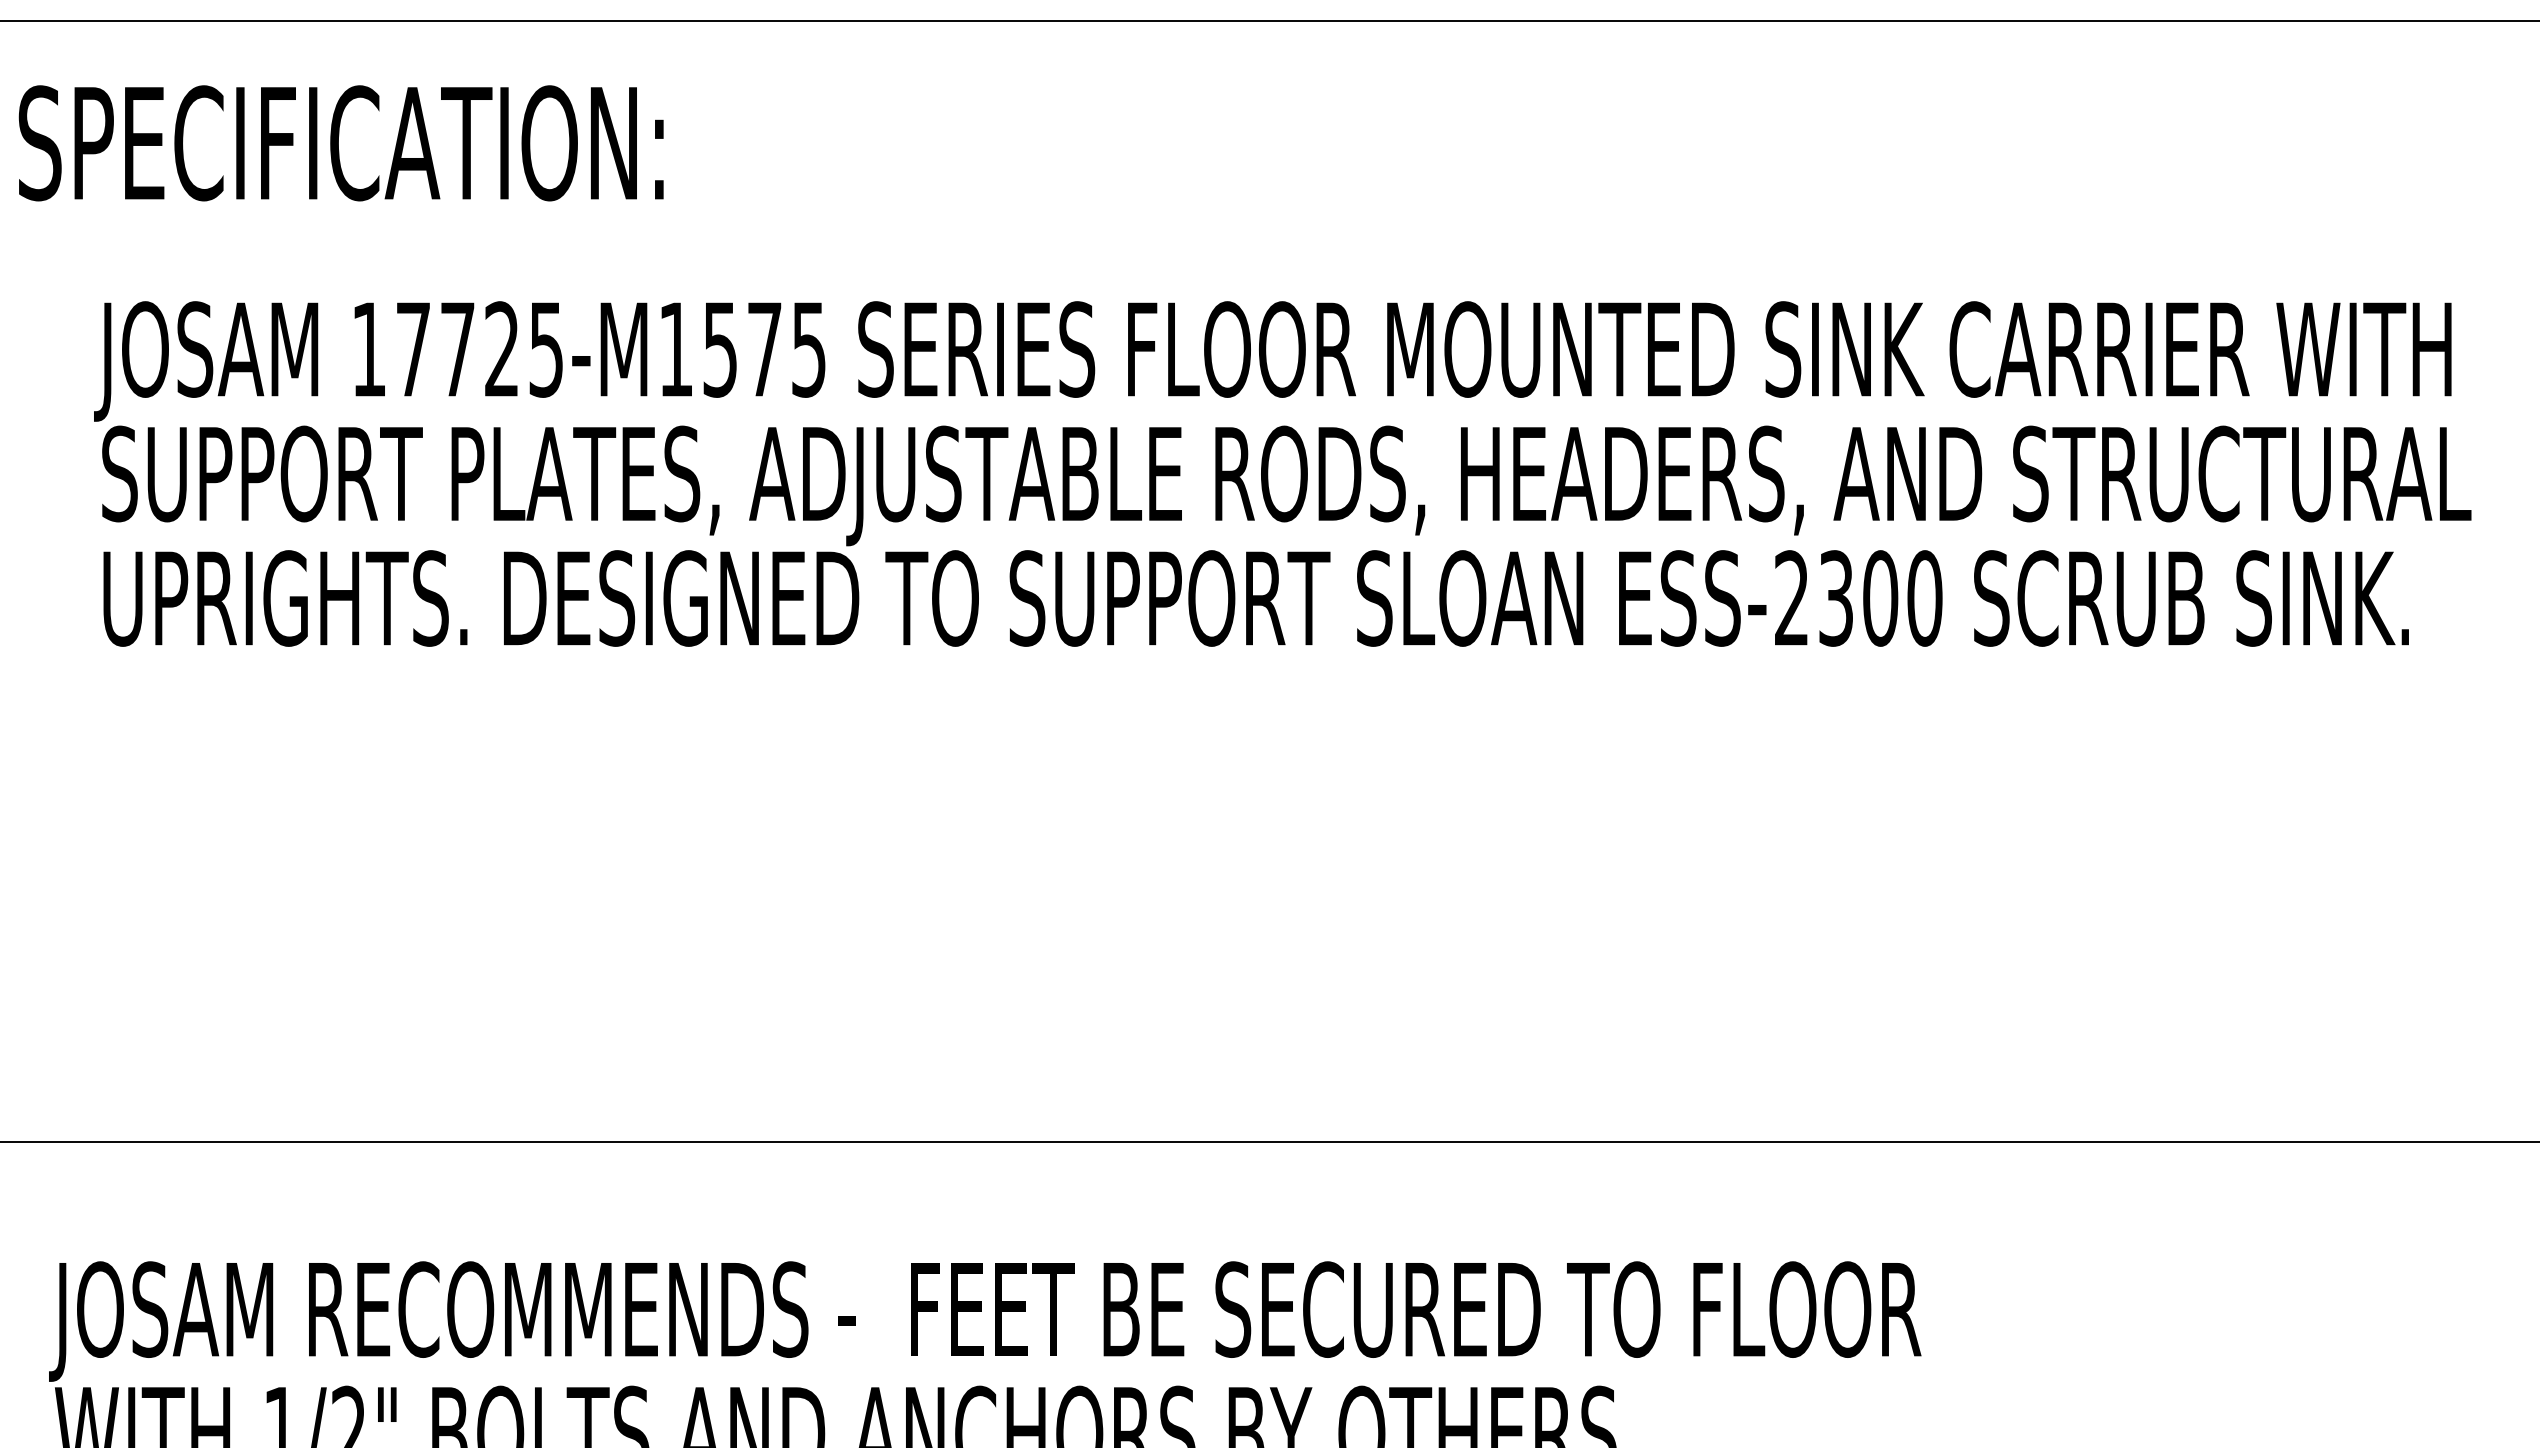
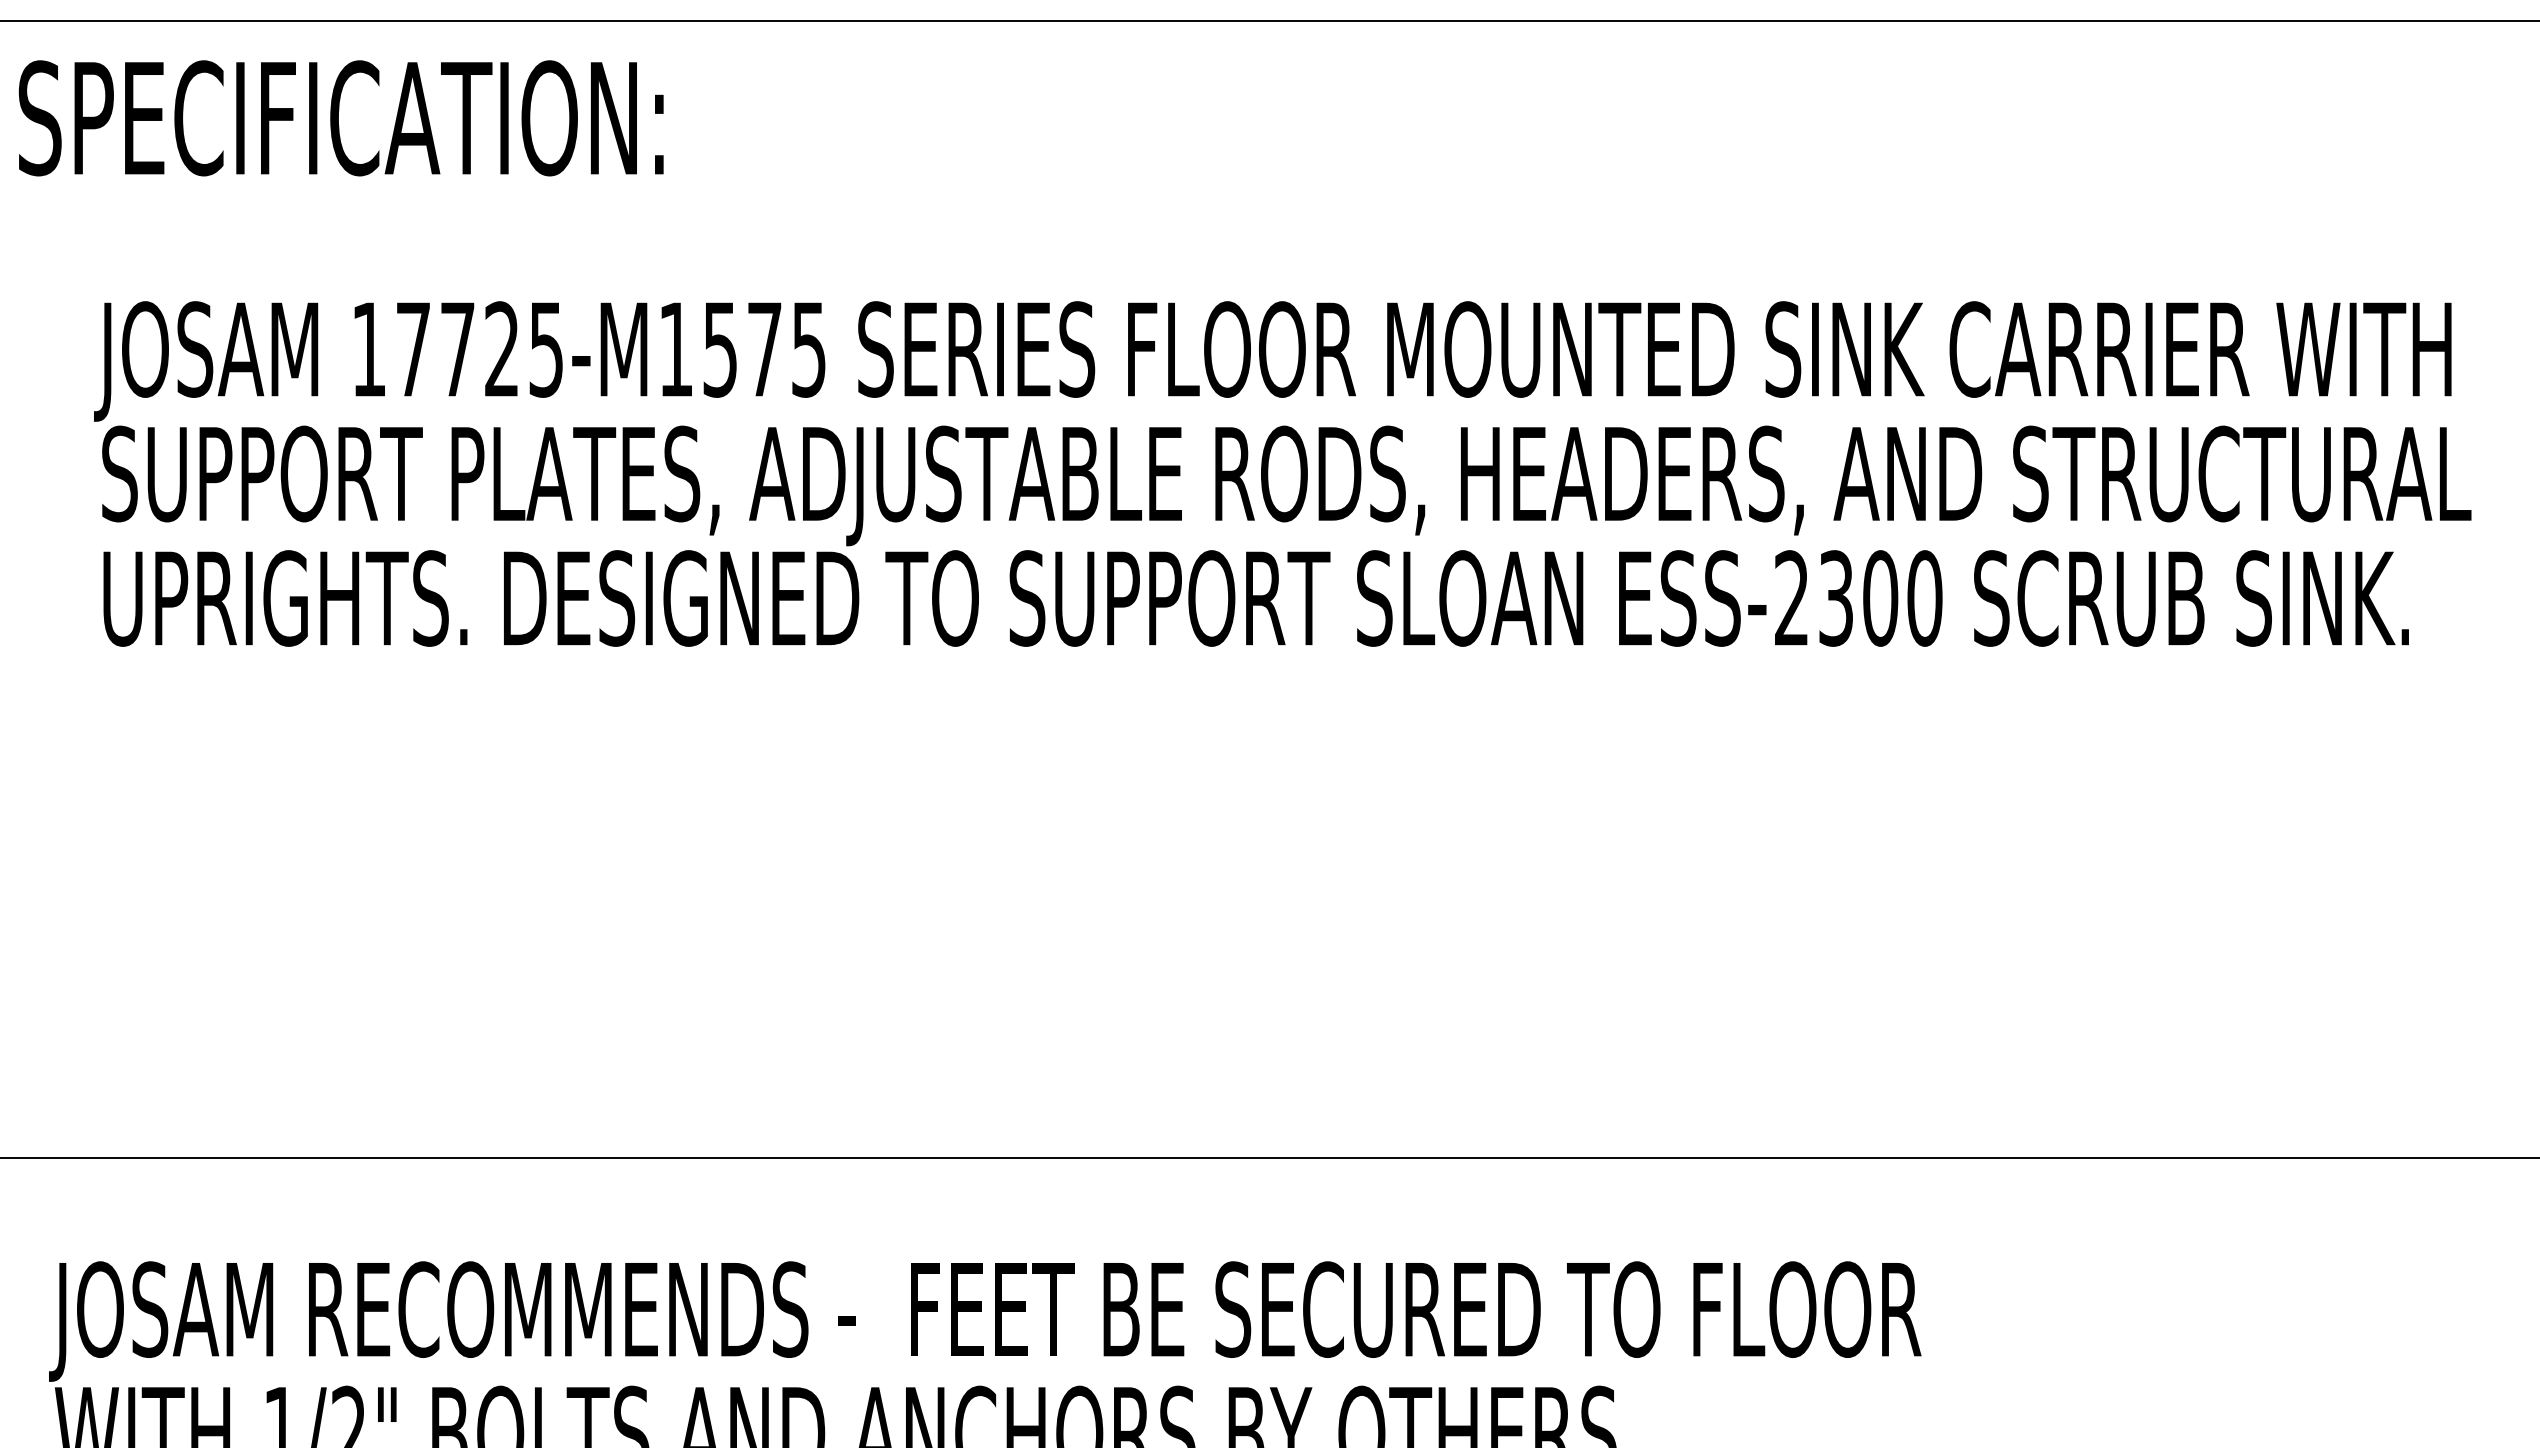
text at (340, 143) position: (340, 143) -> (340, 118)
line at (1269, 1141) position: (1269, 1141) -> (1269, 1157)
